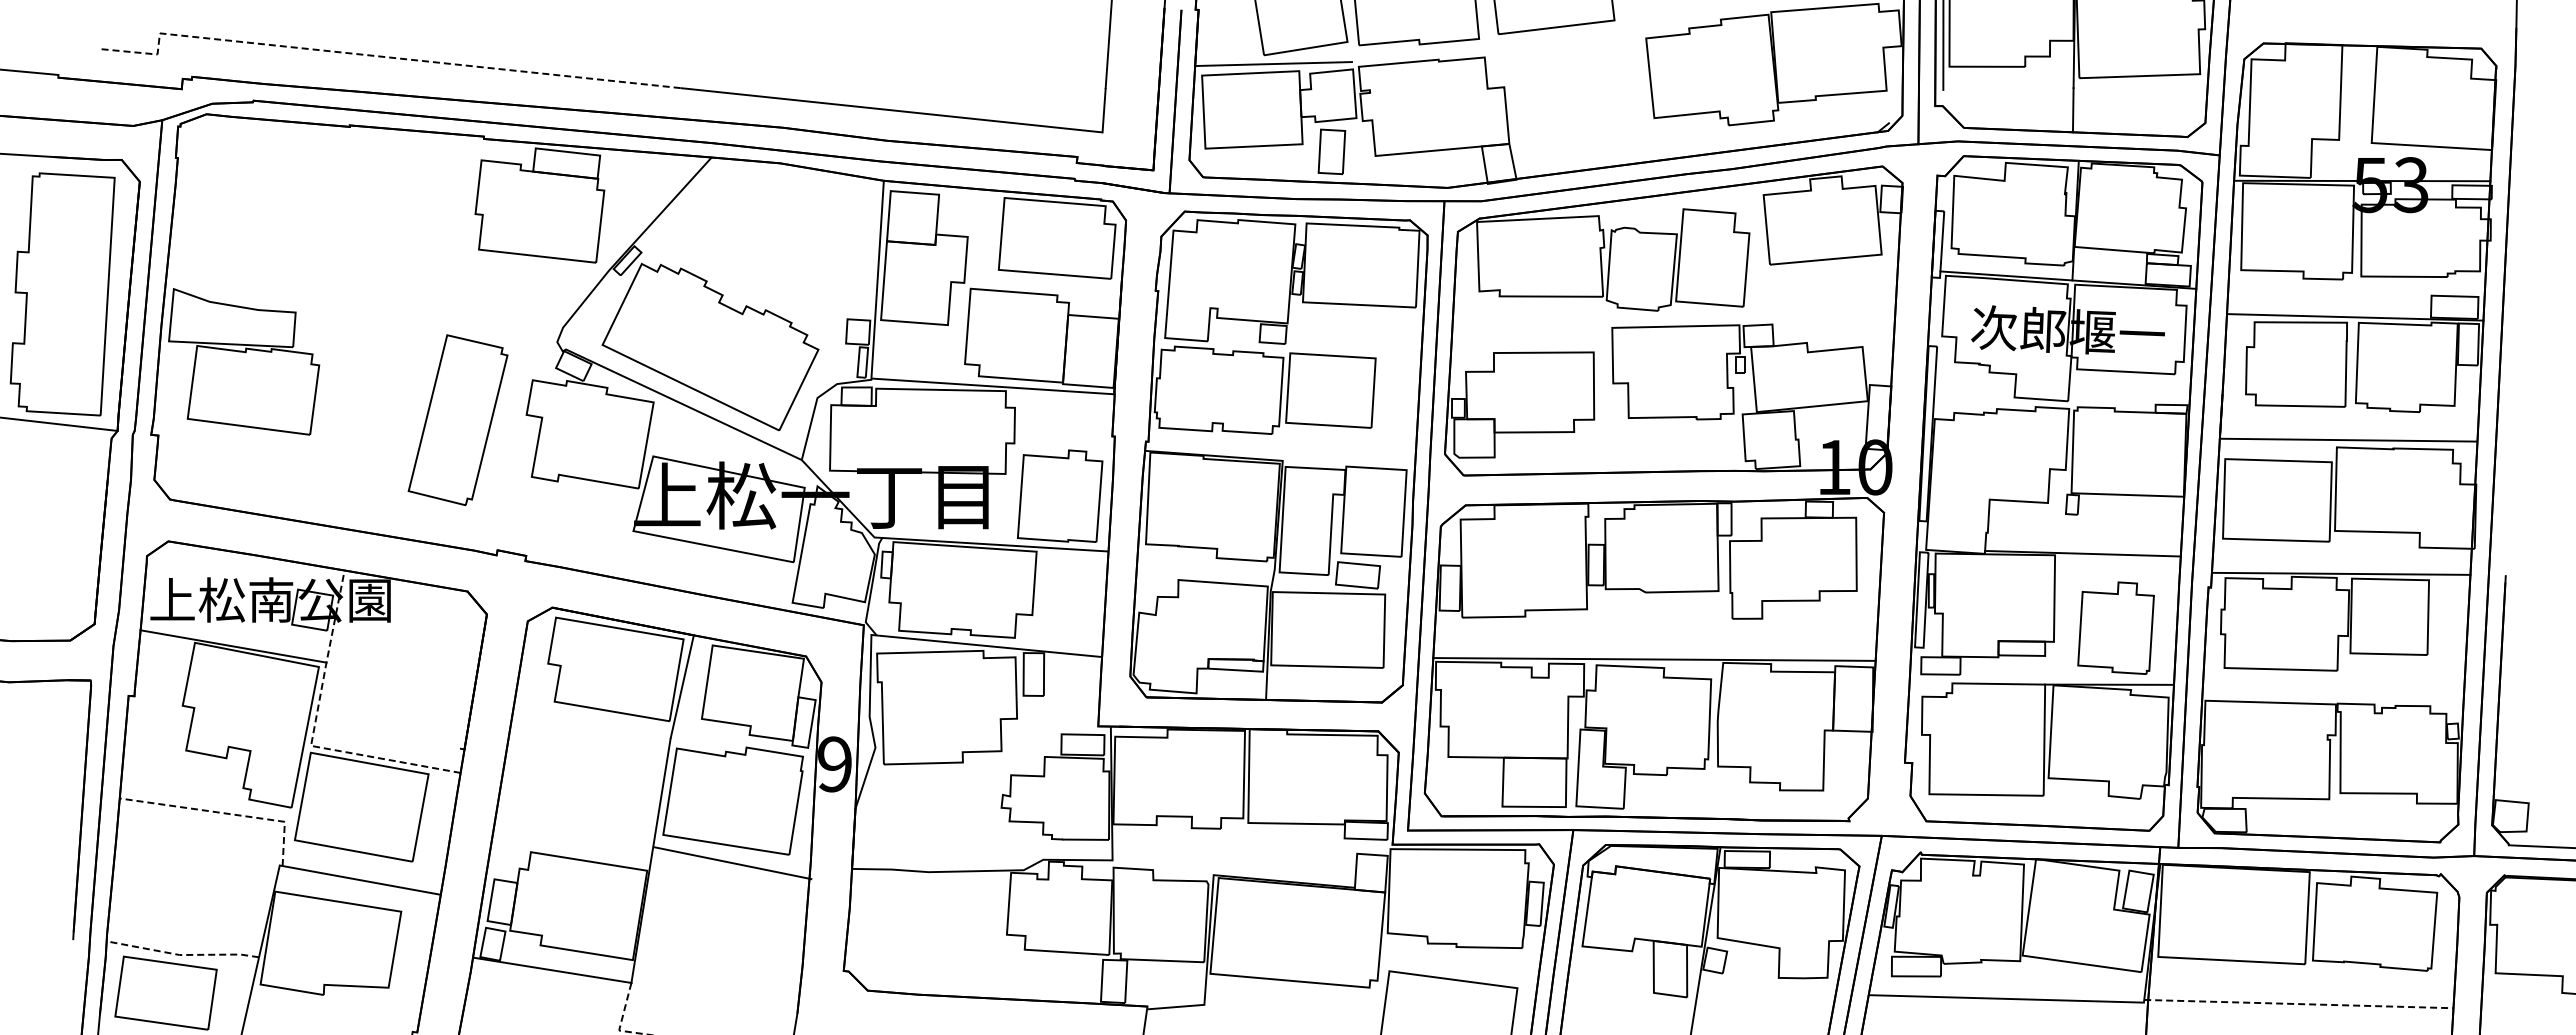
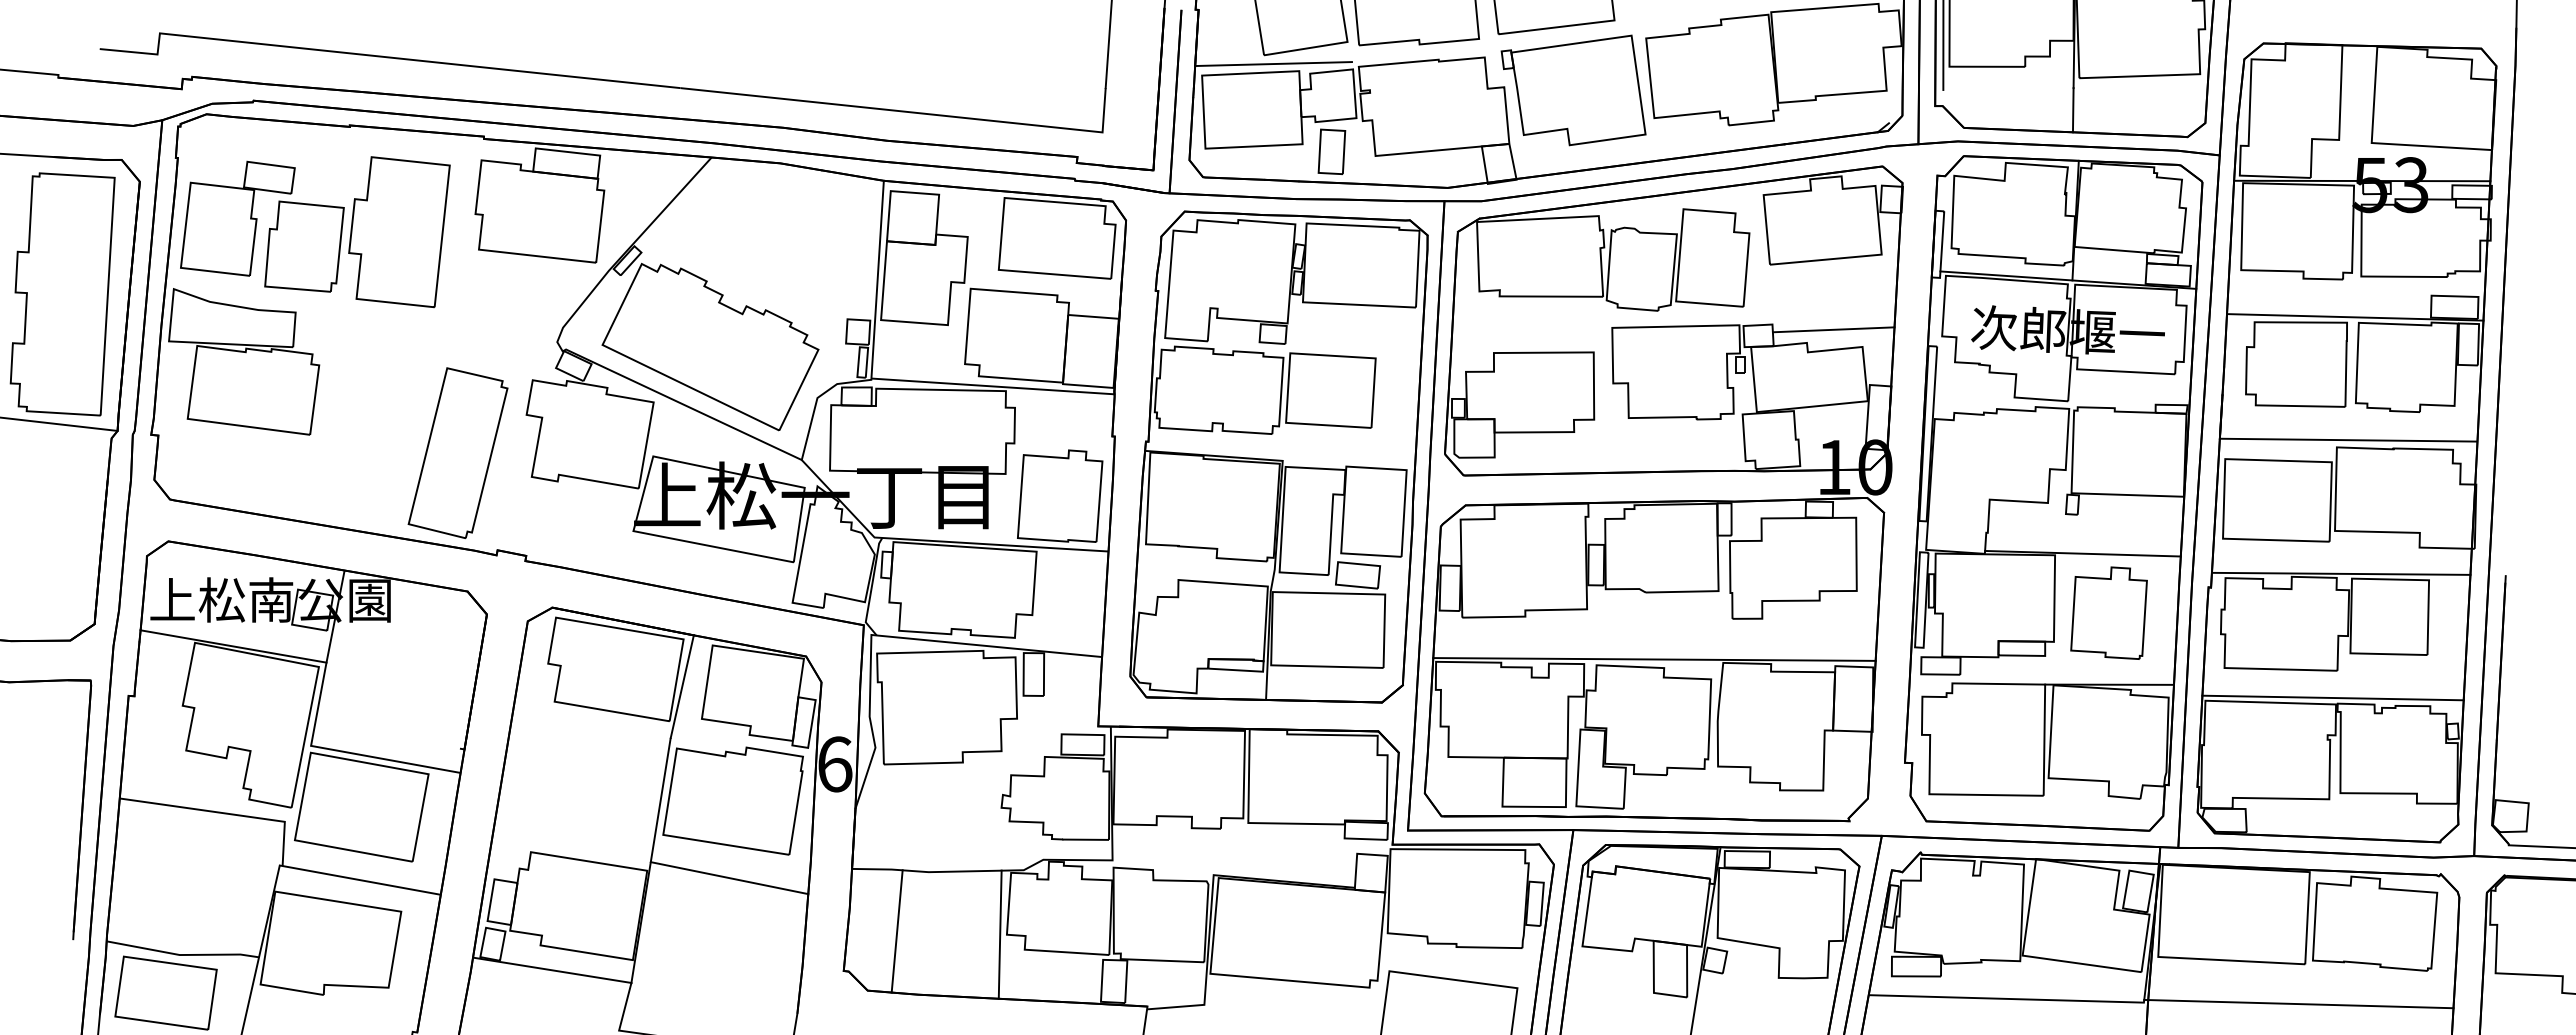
line at (378, 56): dashed -> solid
part at (1573, 90): none -> present
part at (315, 232): none -> present
line at (1833, 329): none -> present
part at (457, 419) position: (457, 419) -> (457, 452)
part at (2115, 627) position: (2115, 627) -> (2108, 612)
line at (2332, 697): none -> present
line at (313, 733): dashed -> solid
text at (835, 764): 9 -> 6
line at (224, 813): dashed -> solid
line at (732, 863) position: (732, 863) -> (729, 878)
line at (896, 931): none -> present
line at (999, 934): none -> present
line at (181, 955): dashed -> solid
line at (2298, 1004): dashed -> solid
line at (621, 1022): dashed -> solid
